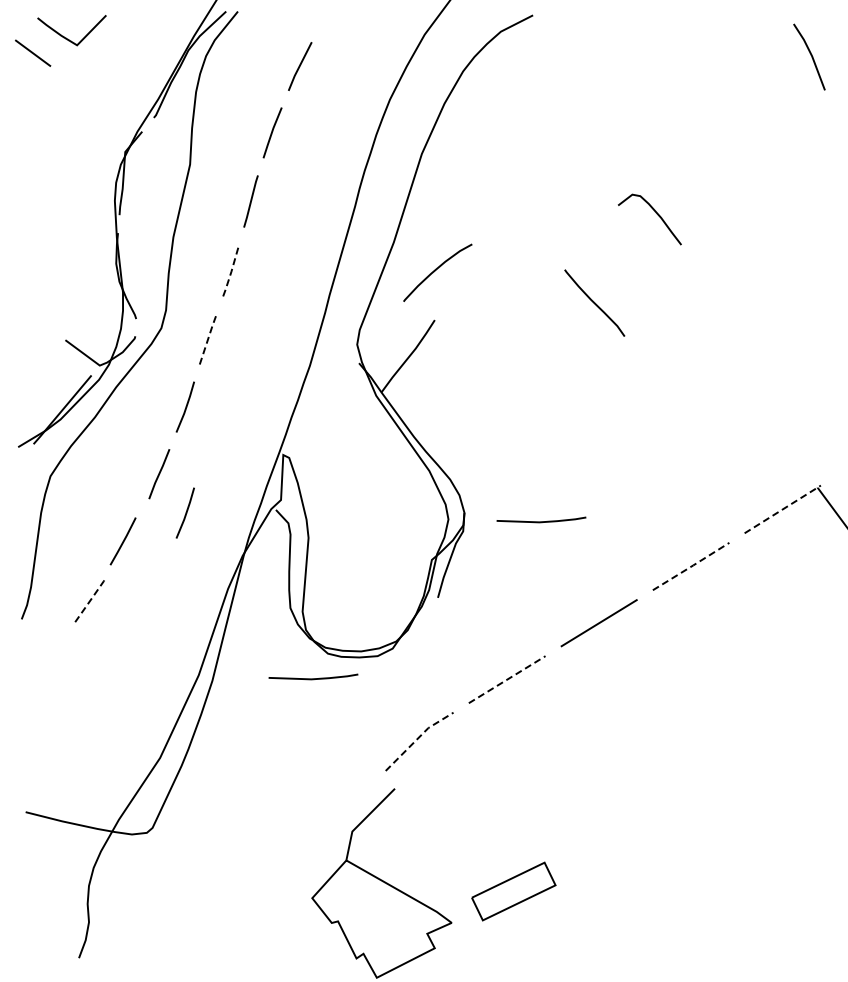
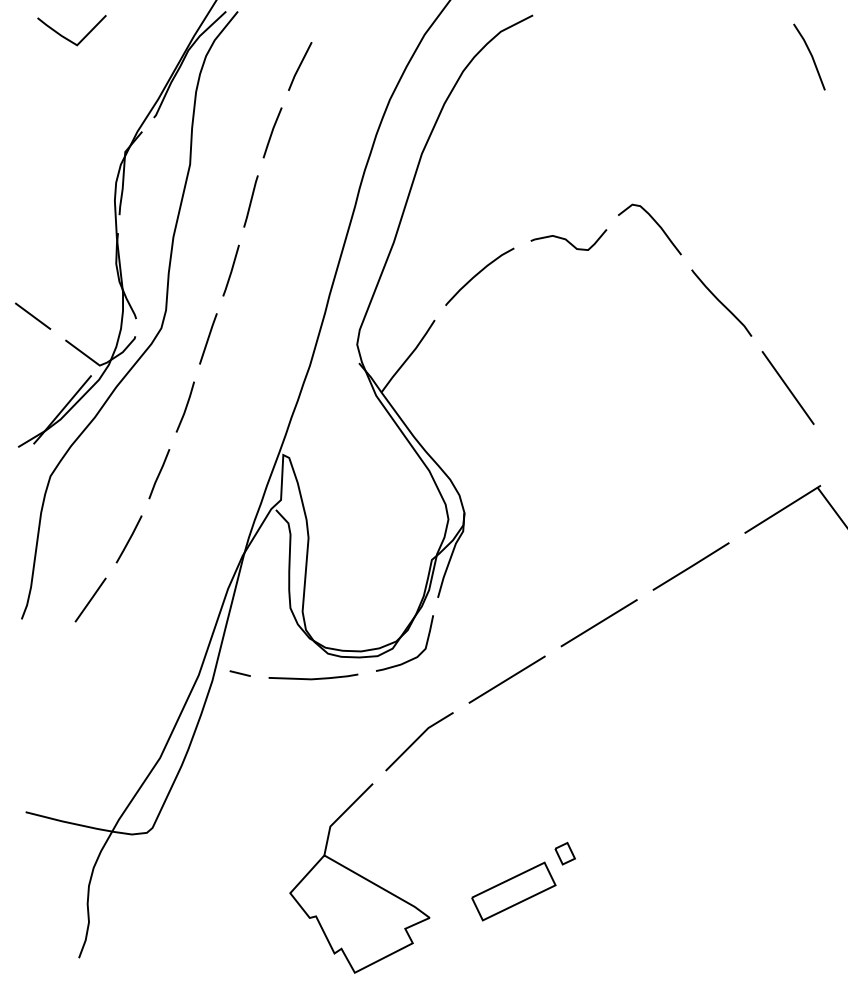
line at (33, 52) position: (33, 52) -> (33, 315)
curve at (656, 214) position: (656, 214) -> (656, 224)
curve at (567, 239): none -> present
curve at (436, 270) position: (436, 270) -> (478, 274)
line at (231, 271): dashed -> solid
curve at (594, 302) position: (594, 302) -> (721, 302)
line at (208, 338): dashed -> solid
line at (787, 387): none -> present
line at (783, 509): dashed -> solid
line at (185, 512): present -> none
curve at (541, 521): present -> none
line at (122, 541) position: (122, 541) -> (128, 539)
line at (691, 566): dashed -> solid
line at (91, 598): dashed -> solid
curve at (411, 658): none -> present
line at (239, 673): none -> present
line at (507, 679): dashed -> solid
line at (417, 738): dashed -> solid
part at (564, 853): none -> present
part at (381, 883) position: (381, 883) -> (359, 878)
